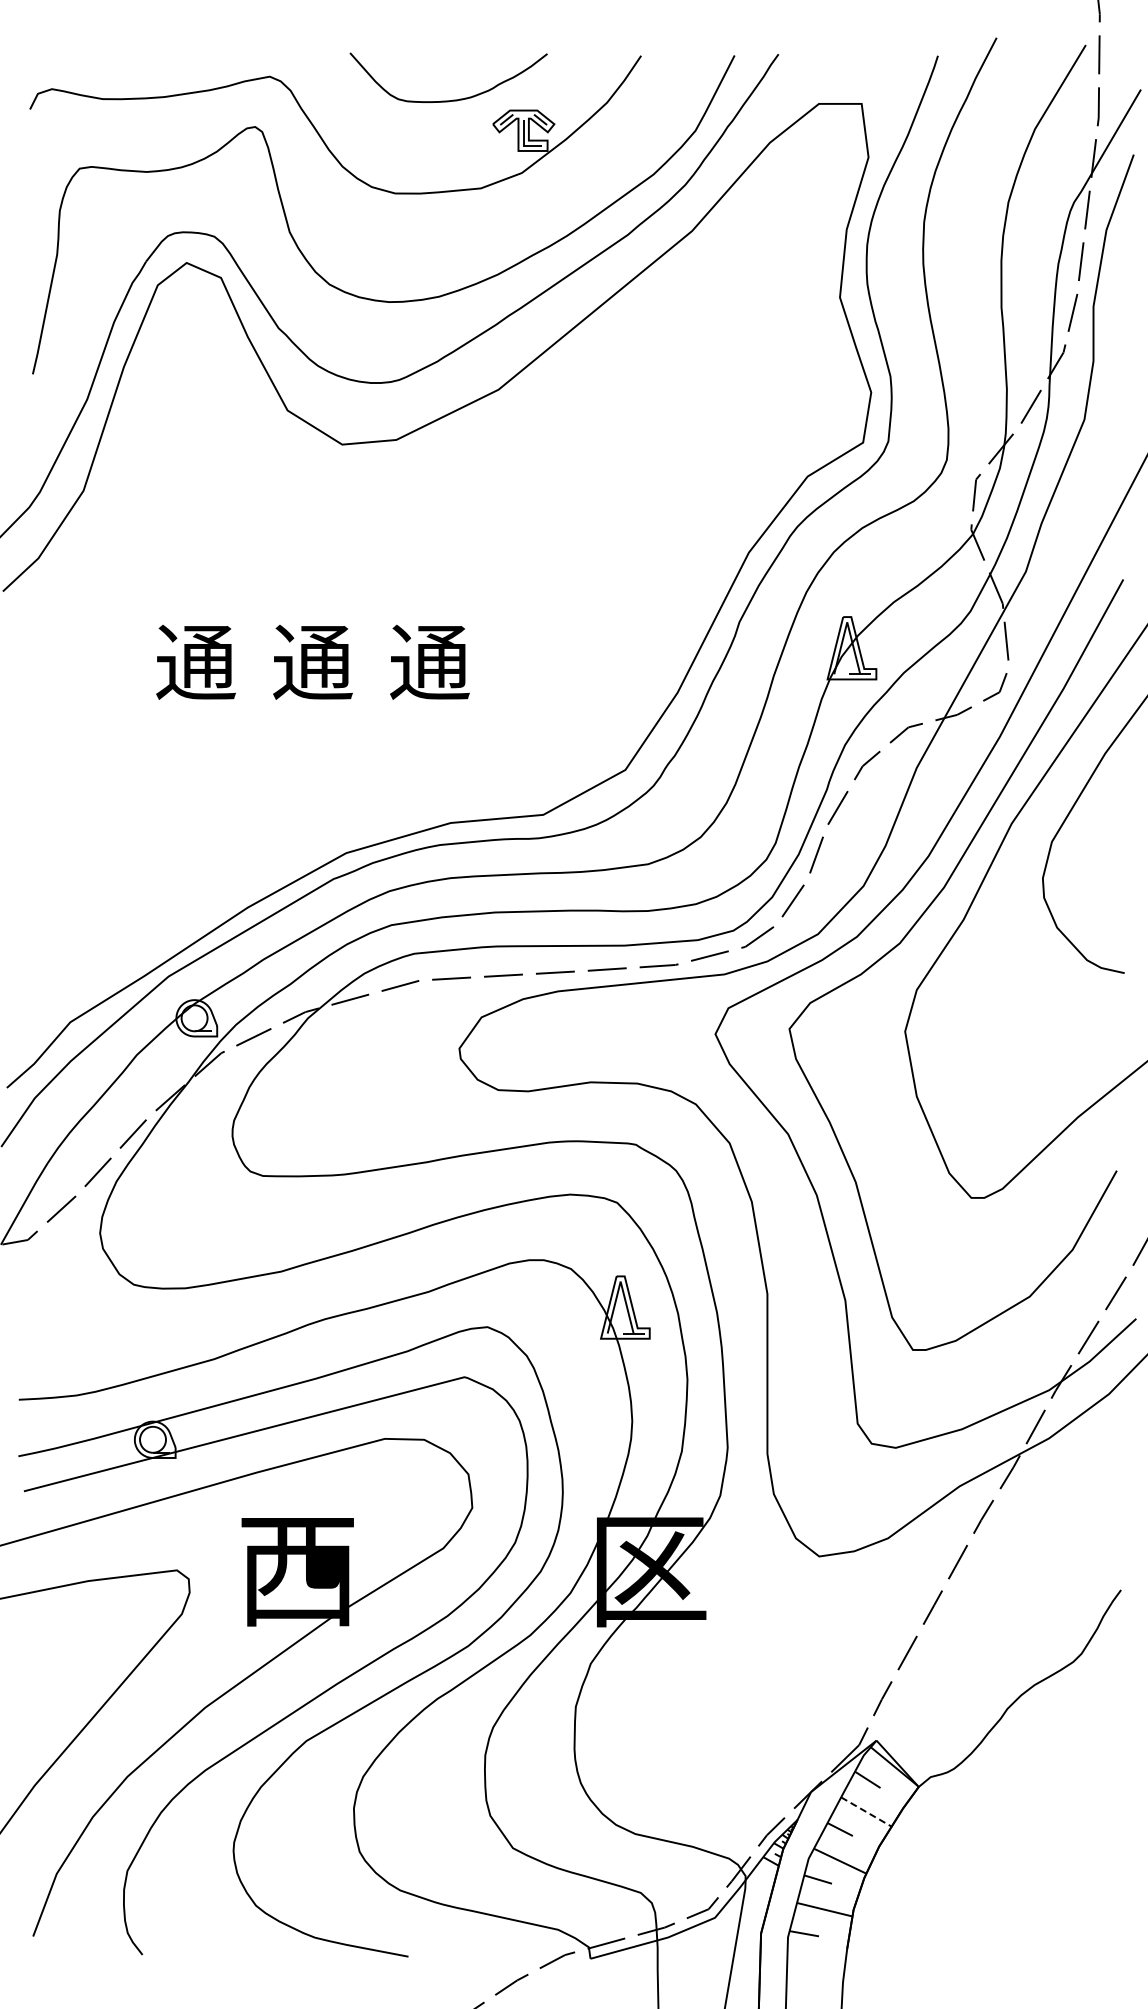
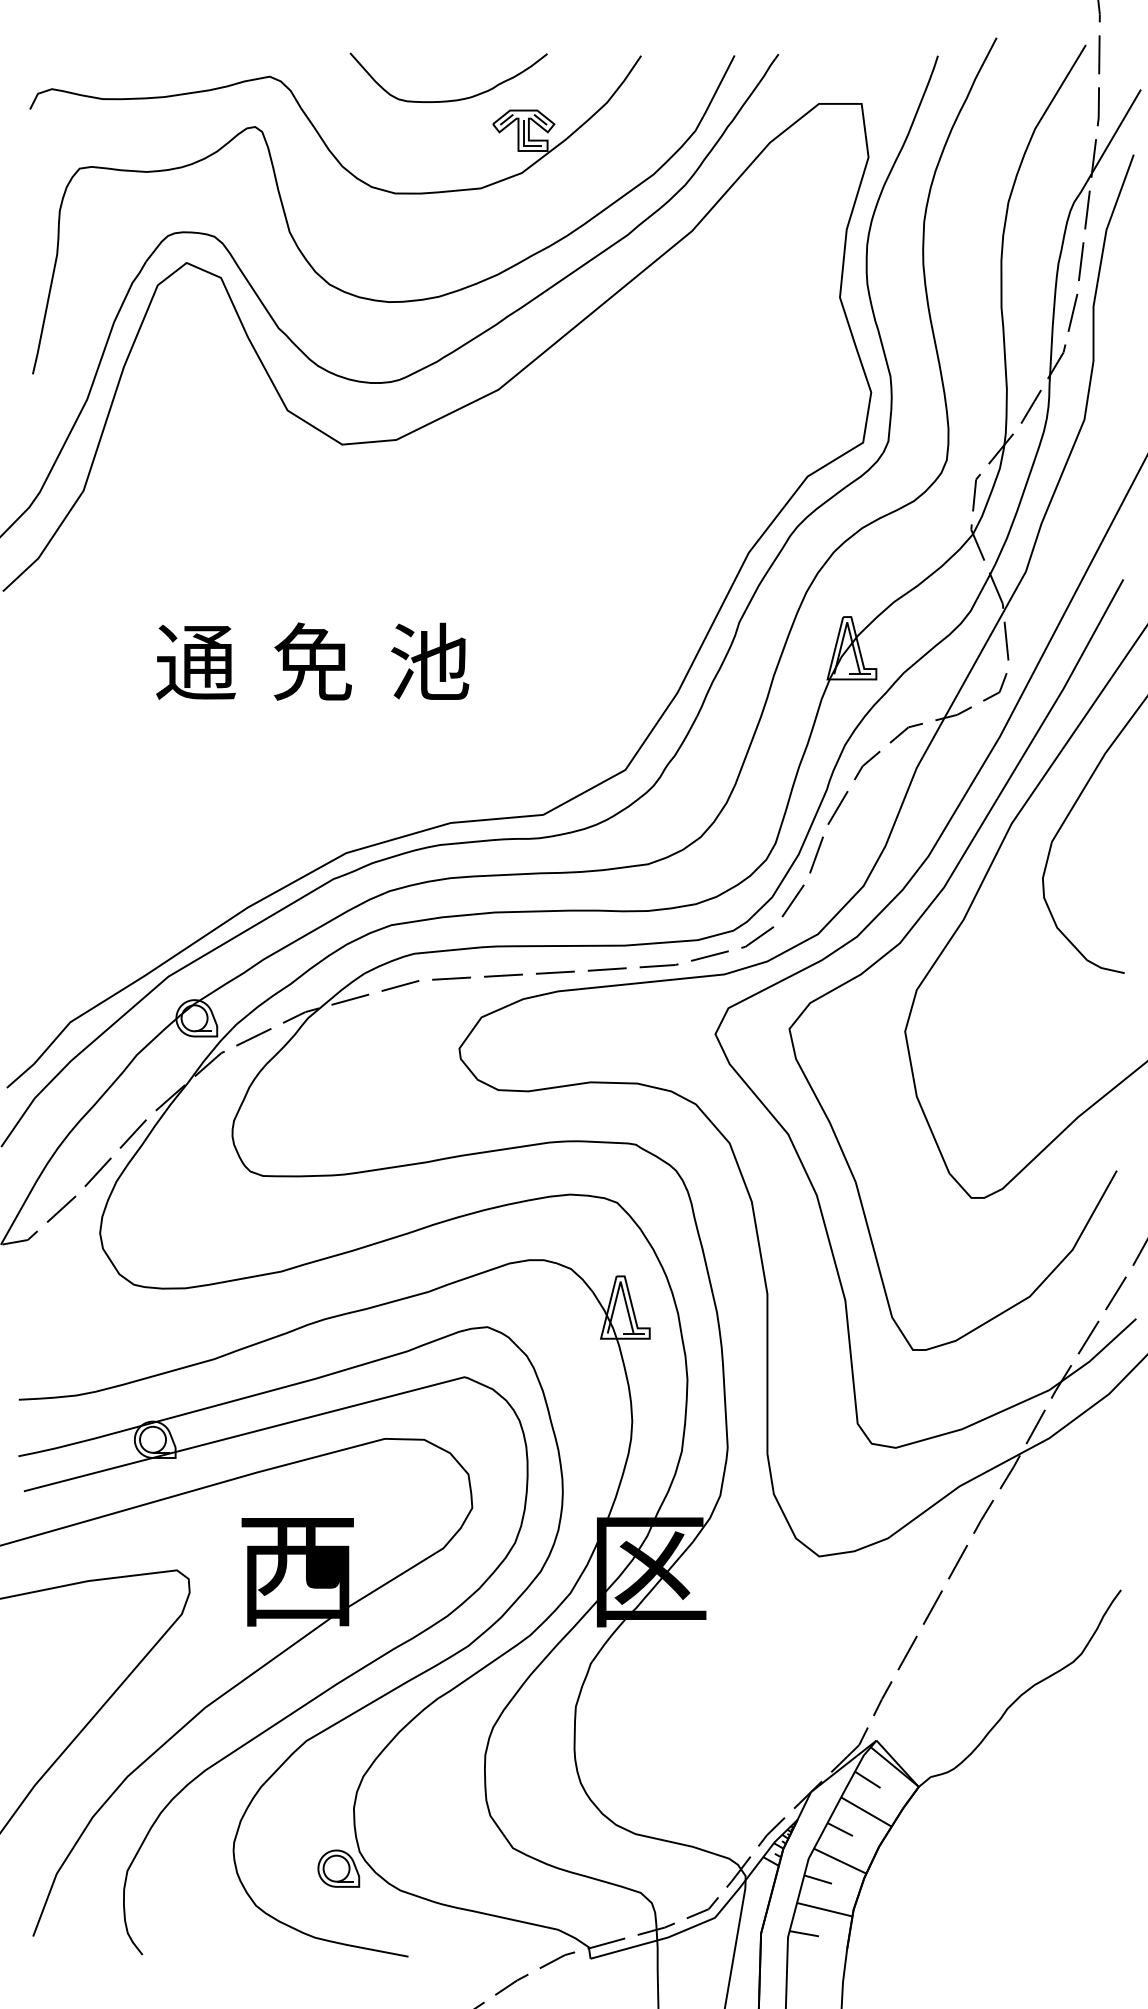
text at (429, 660): 通 -> 池
text at (312, 661): 通 -> 免
line at (866, 1812): dashed -> solid
part at (338, 1868): none -> present
